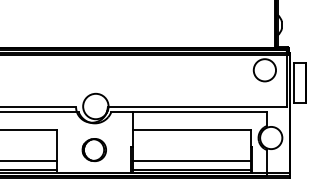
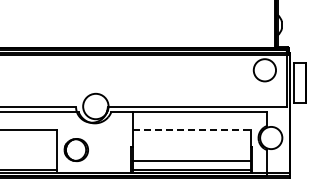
line at (192, 129): solid -> dashed
part at (93, 150) position: (93, 150) -> (75, 150)
line at (29, 161): present -> none
